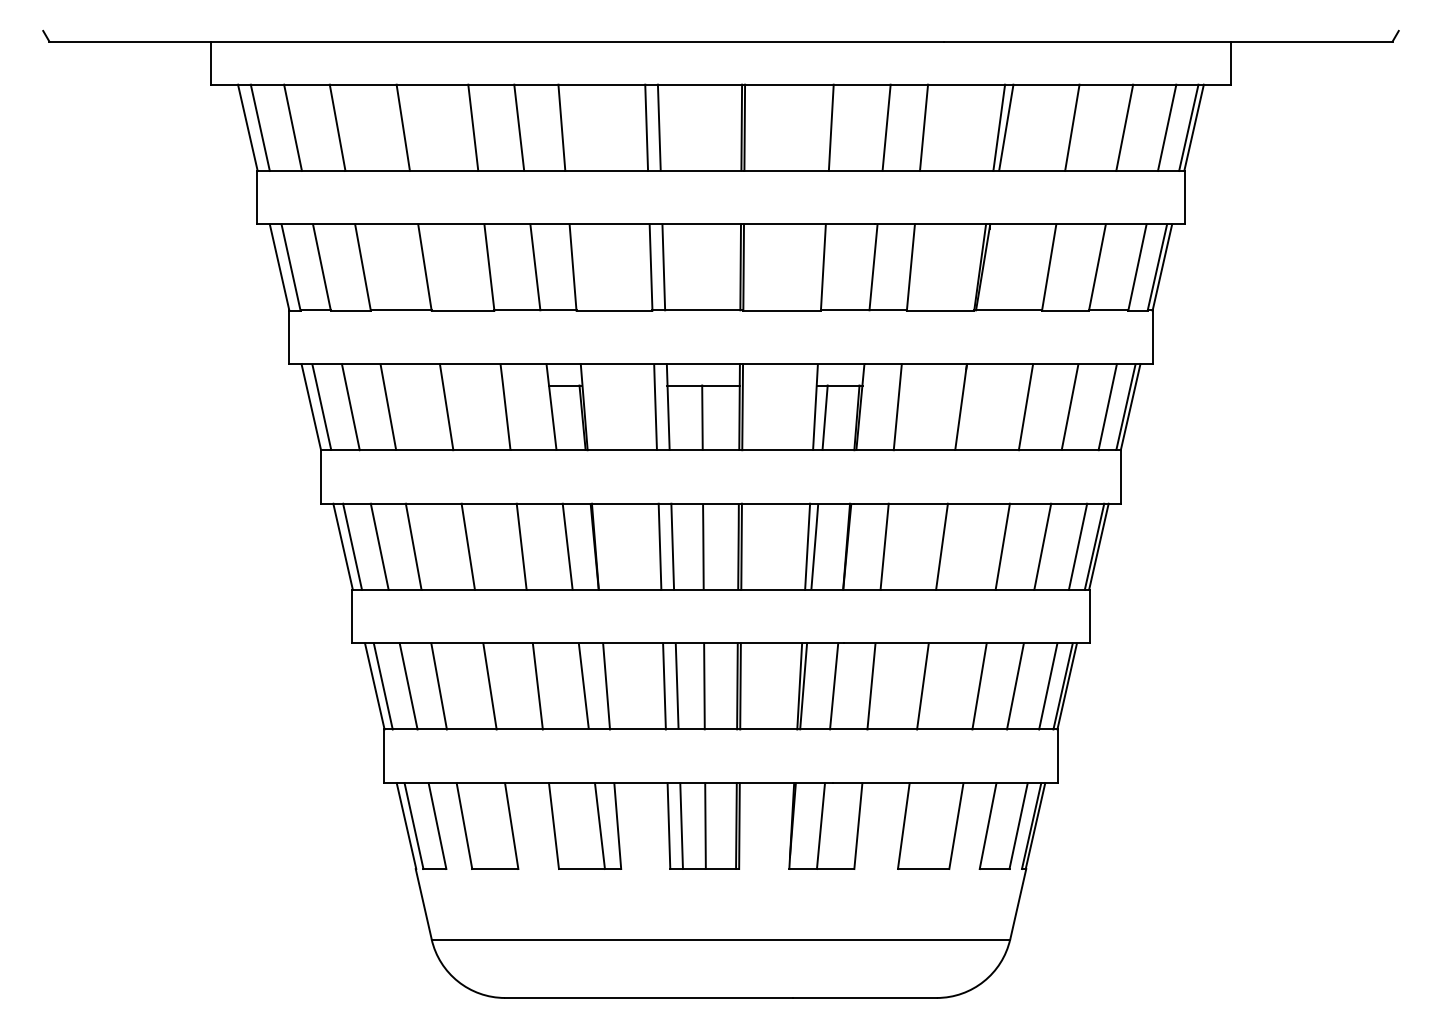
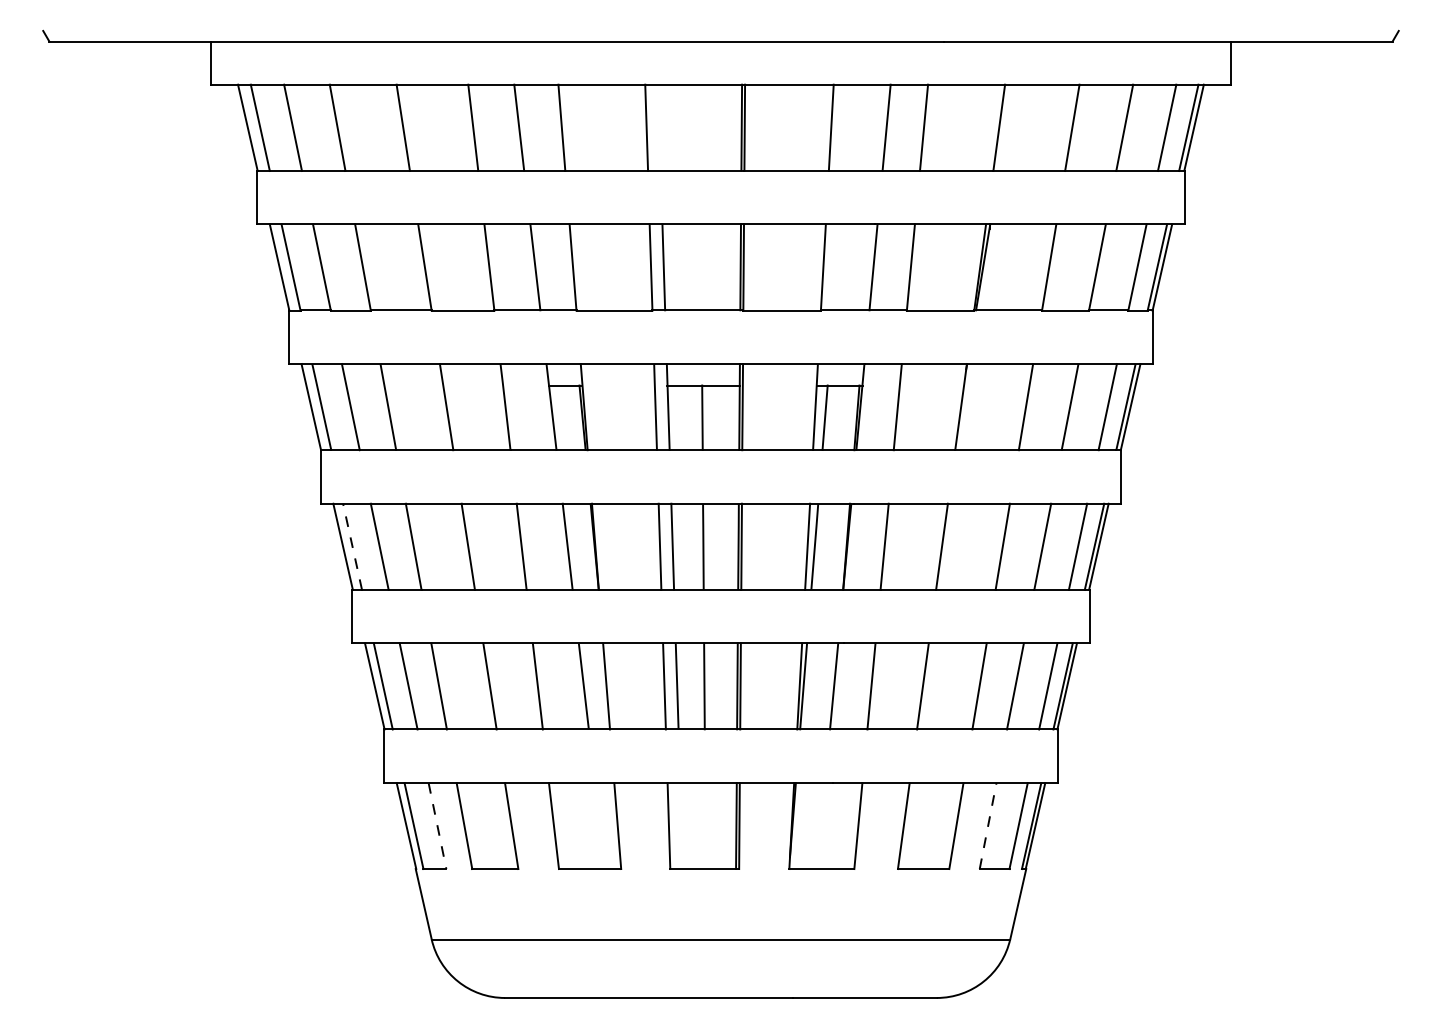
line at (658, 127): present -> none
line at (1006, 127): present -> none
line at (352, 546): solid -> dashed
line at (437, 826): solid -> dashed
line at (599, 826): present -> none
line at (681, 826): present -> none
line at (705, 826): present -> none
line at (820, 826): present -> none
line at (988, 826): solid -> dashed
